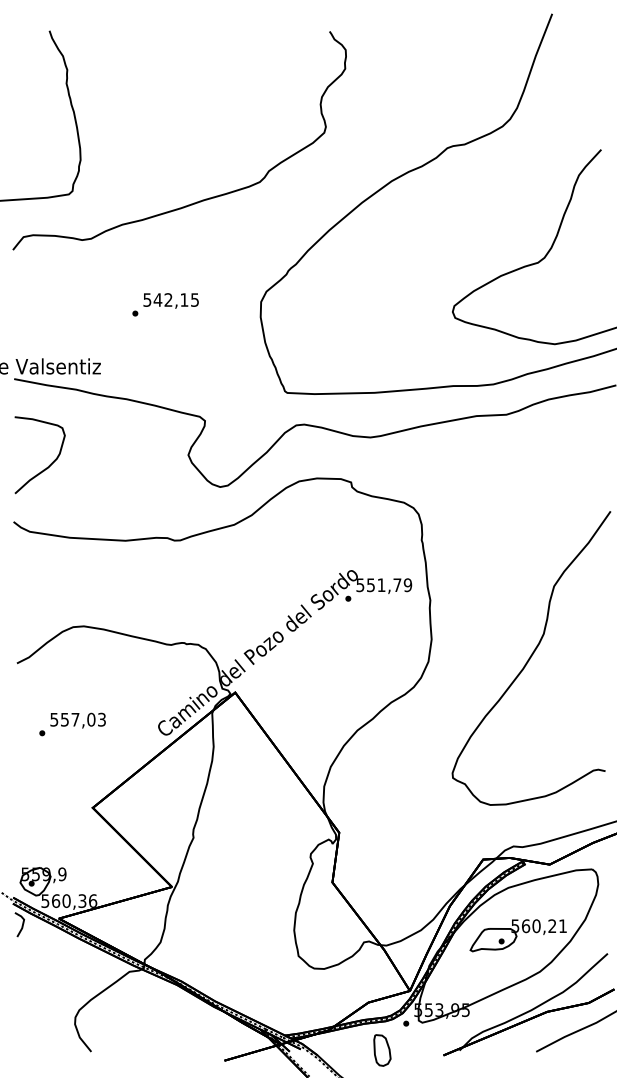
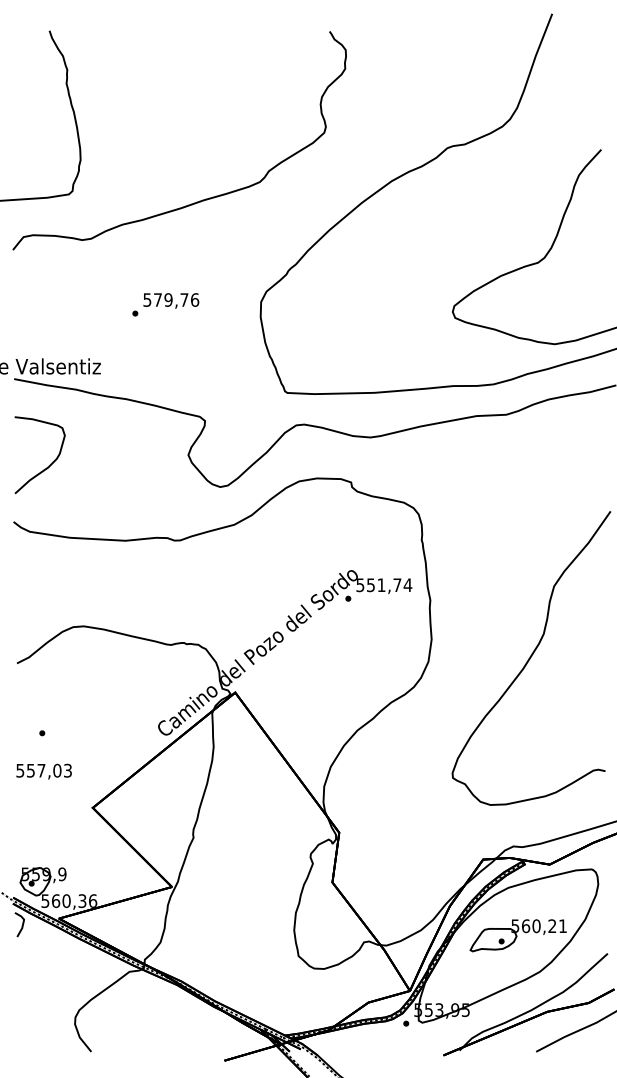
text at (176, 299): 542,15 -> 579,76
text at (407, 585): 551,79 -> 551,74
text at (77, 720) position: (77, 720) -> (43, 771)
part at (382, 1050): present -> none
